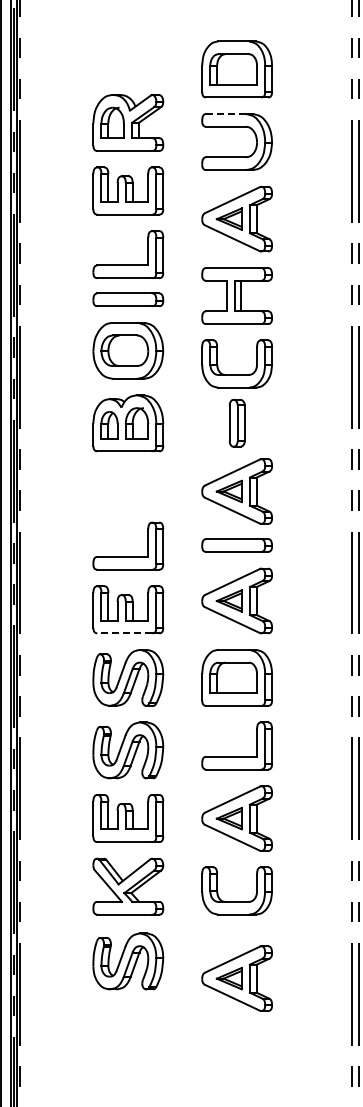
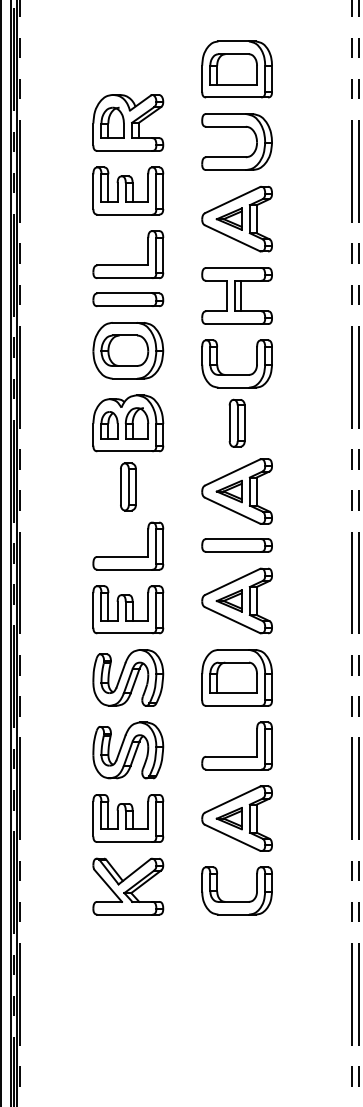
line at (226, 114): dashed -> solid
part at (128, 486): none -> present
line at (124, 633): dashed -> solid
part at (128, 961): present -> none
part at (236, 978): present -> none
